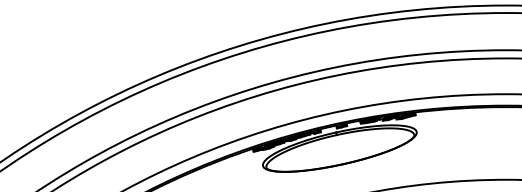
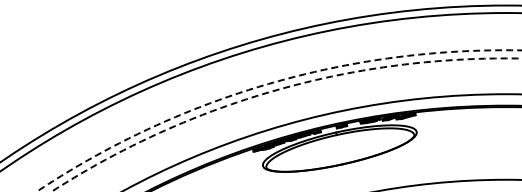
circle at (279, 120): solid -> dashed
circle at (286, 124): solid -> dashed
